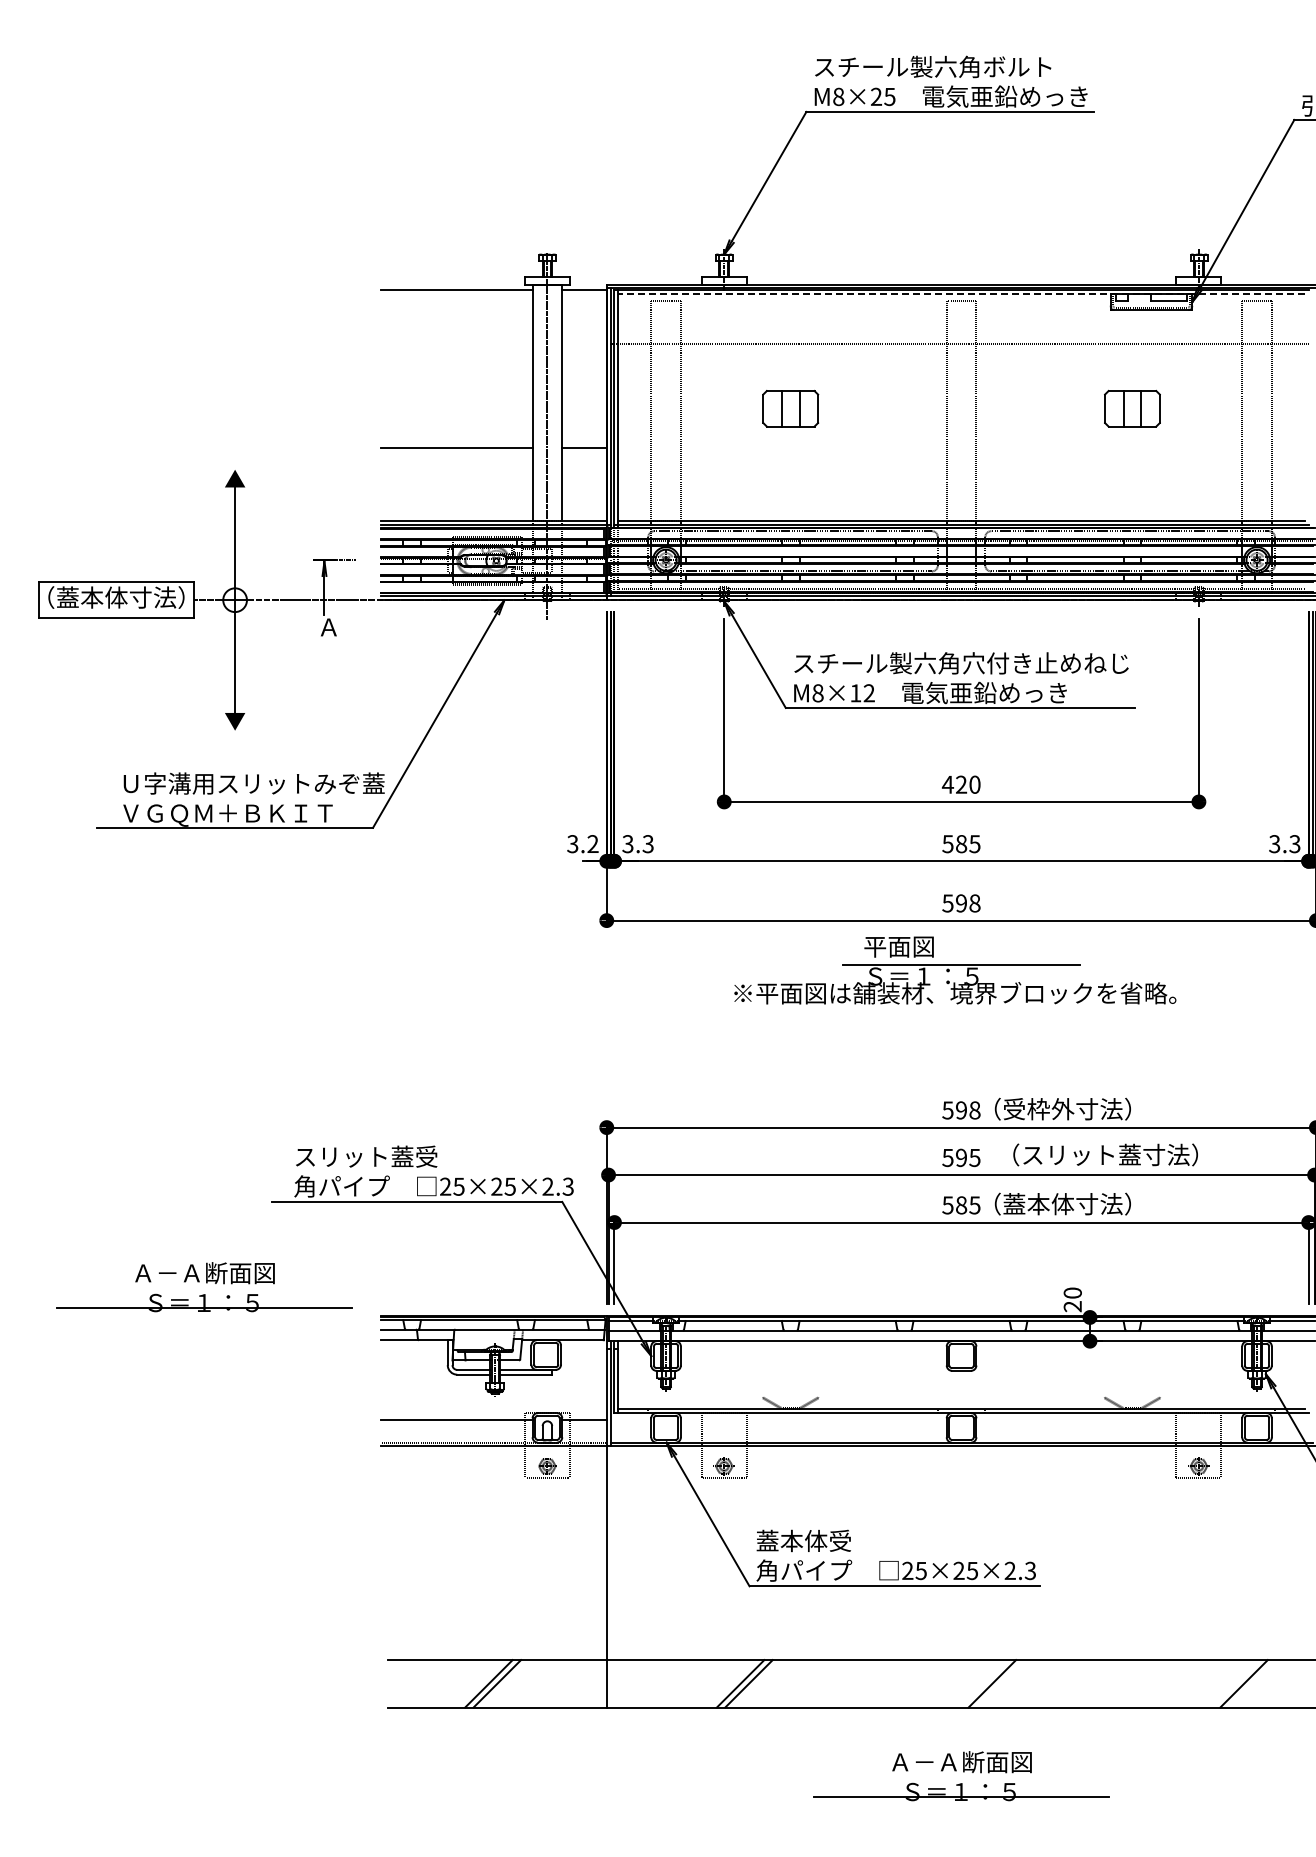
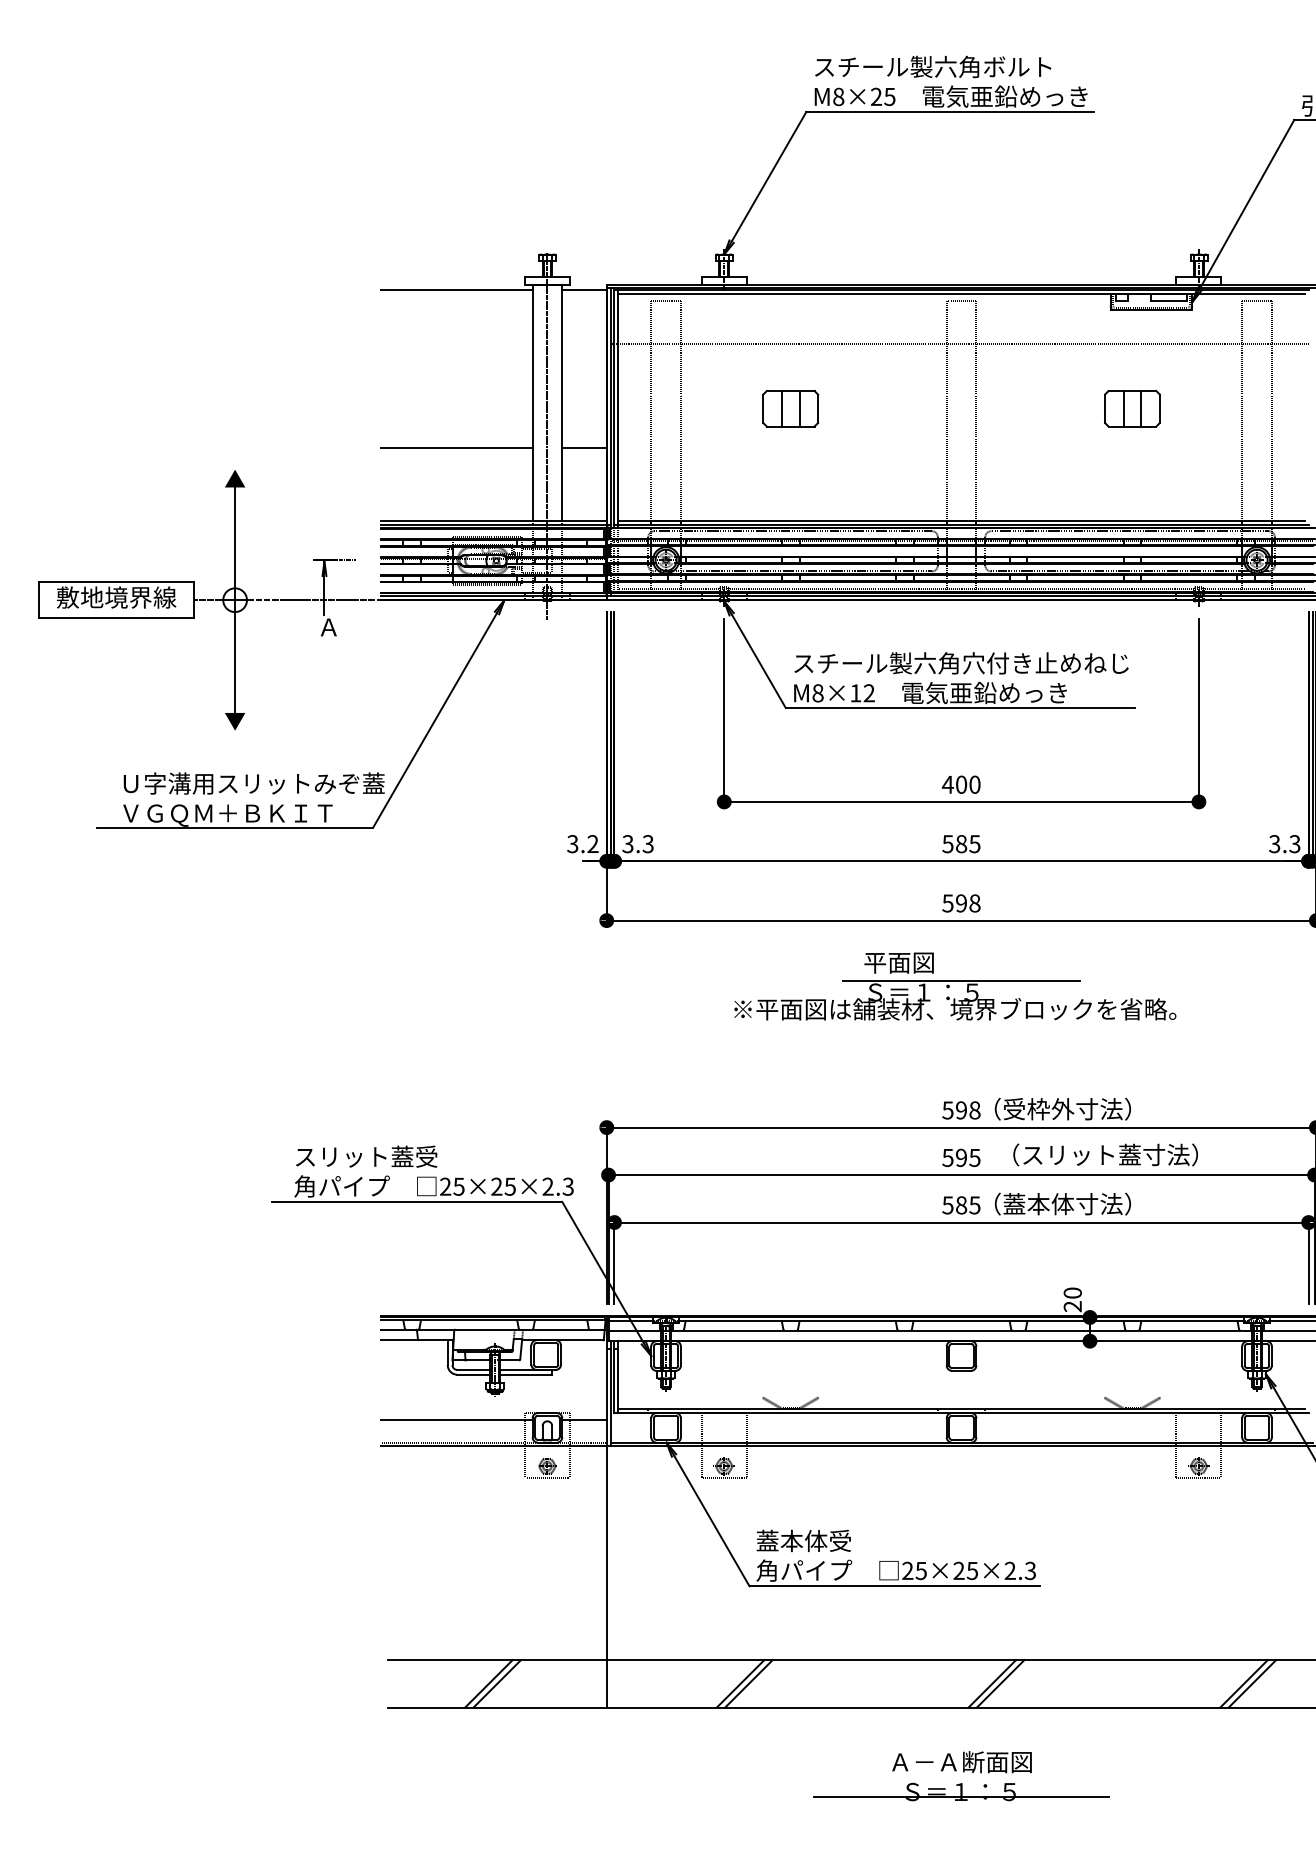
line at (961, 294): dashed -> solid
text at (116, 597): （蓋本体寸法） -> 敷地境界線
text at (961, 784): 420 -> 400
part at (955, 970) position: (955, 970) -> (955, 986)
part at (204, 1287): present -> none
line at (1000, 1683): none -> present
line at (1252, 1683): none -> present
